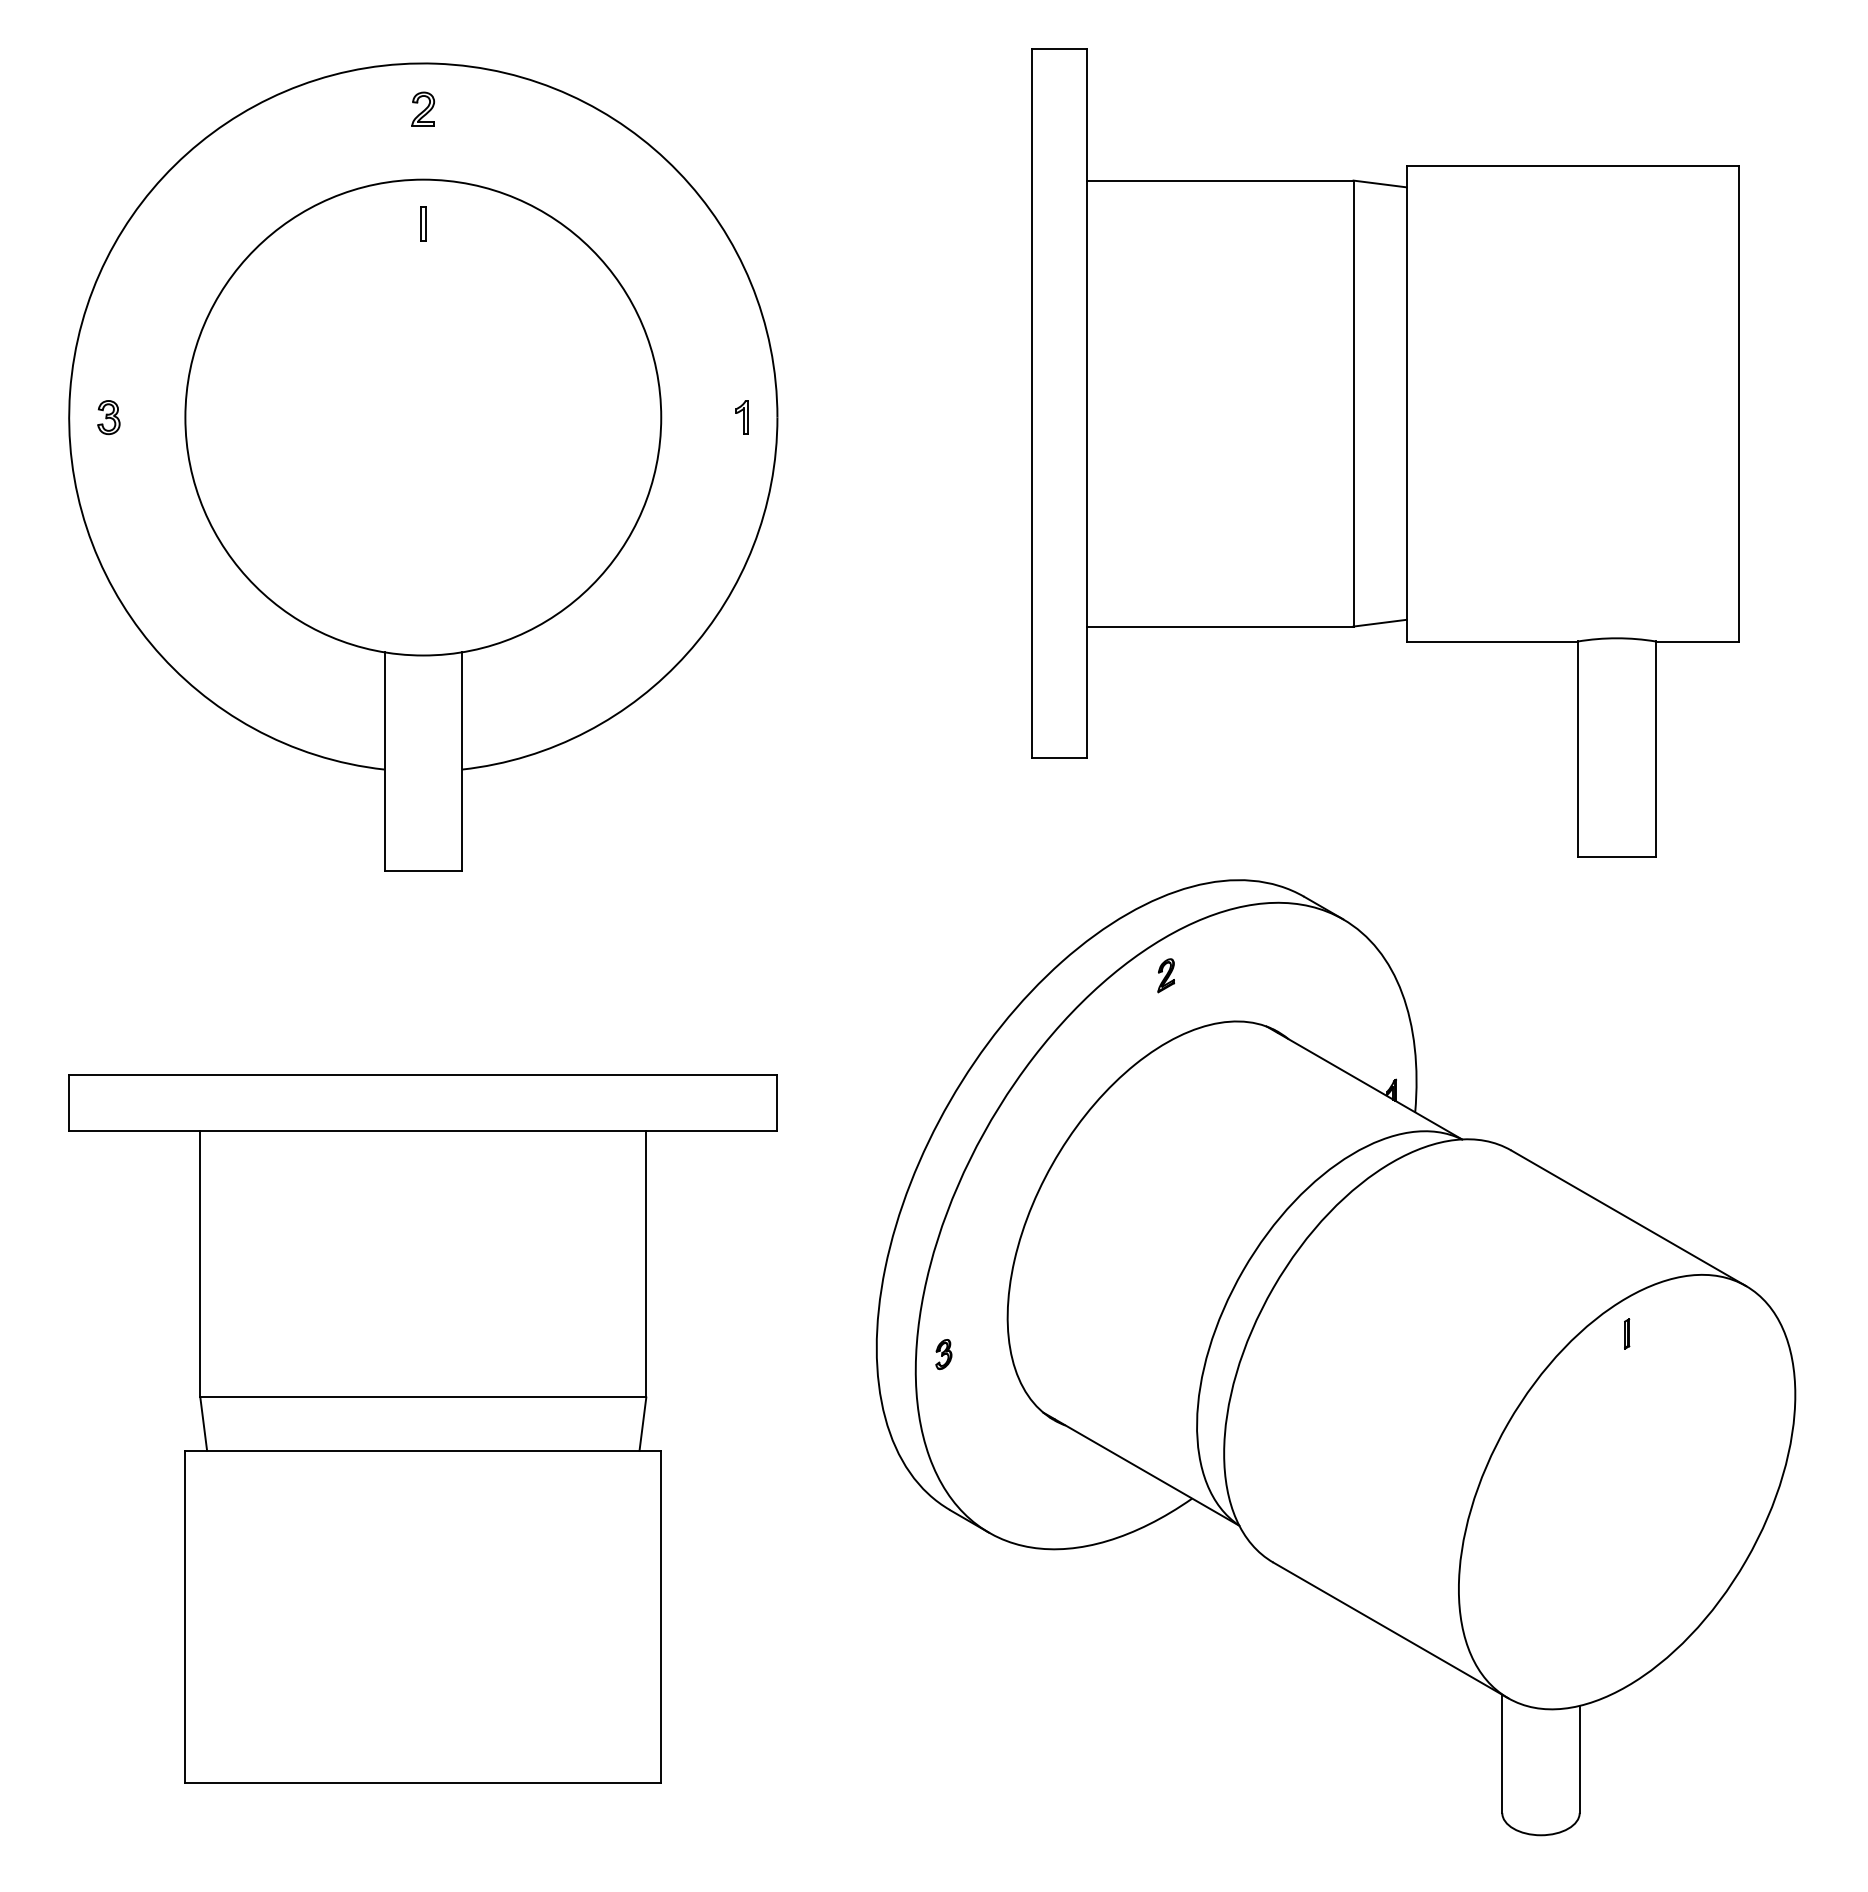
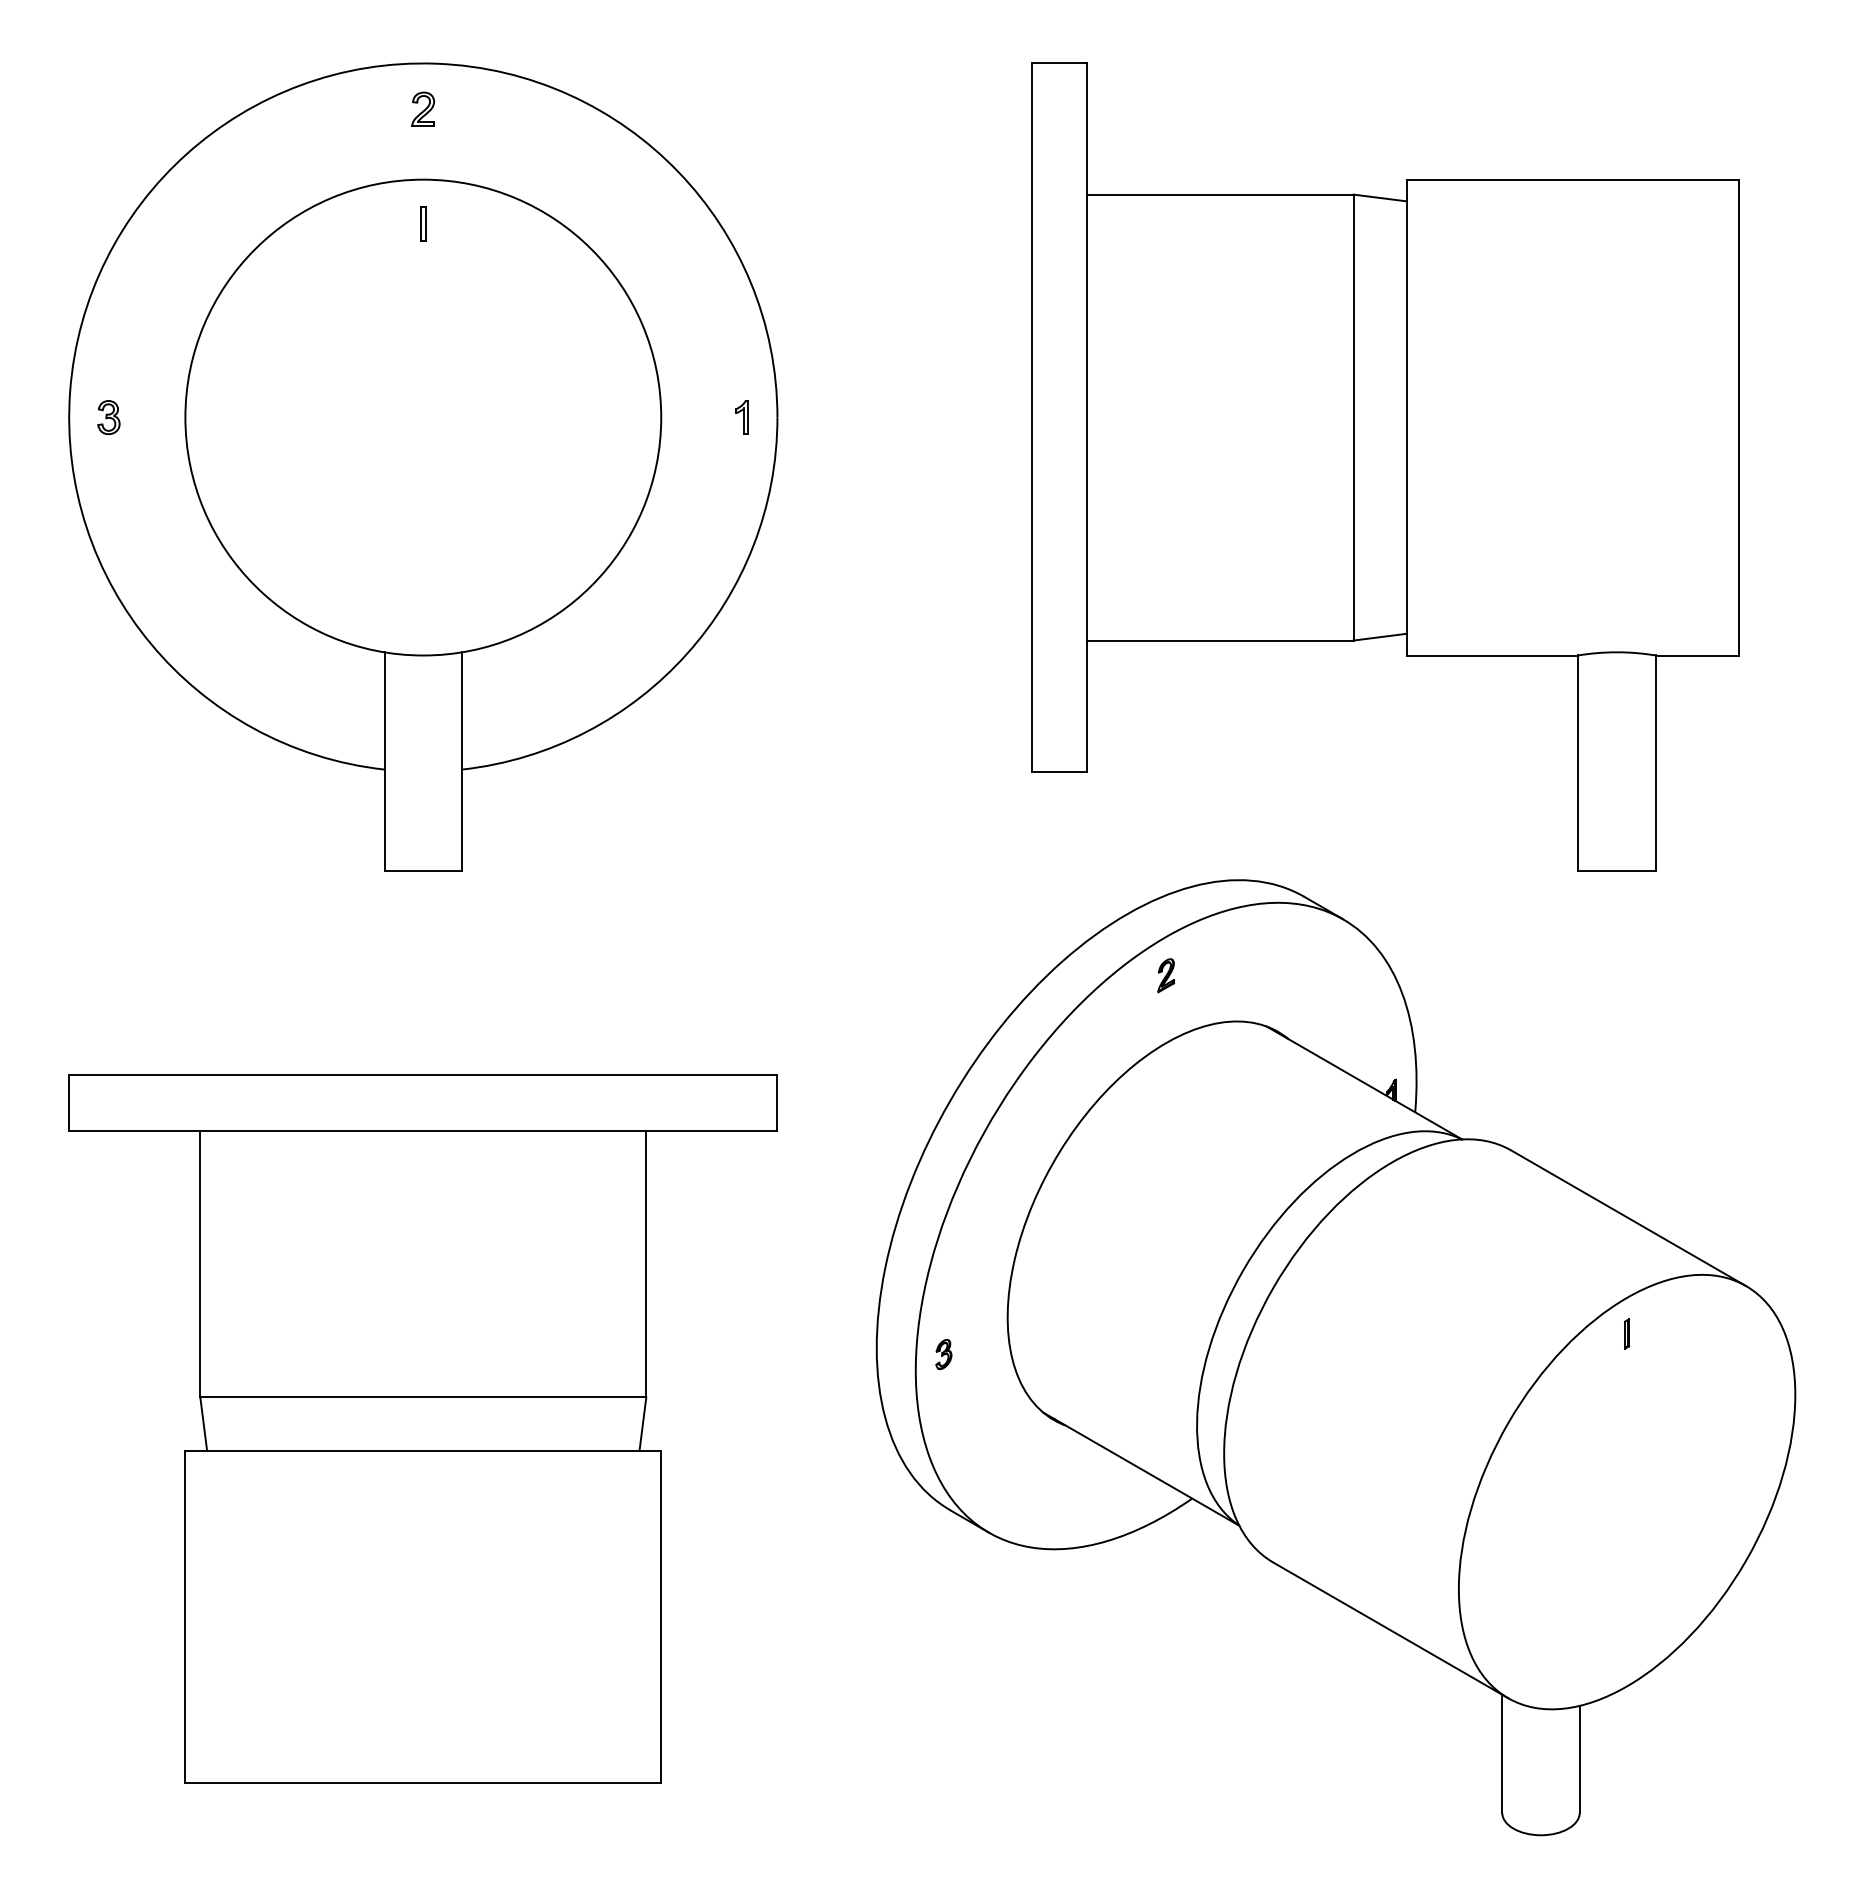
part at (1385, 452) position: (1385, 452) -> (1385, 466)
